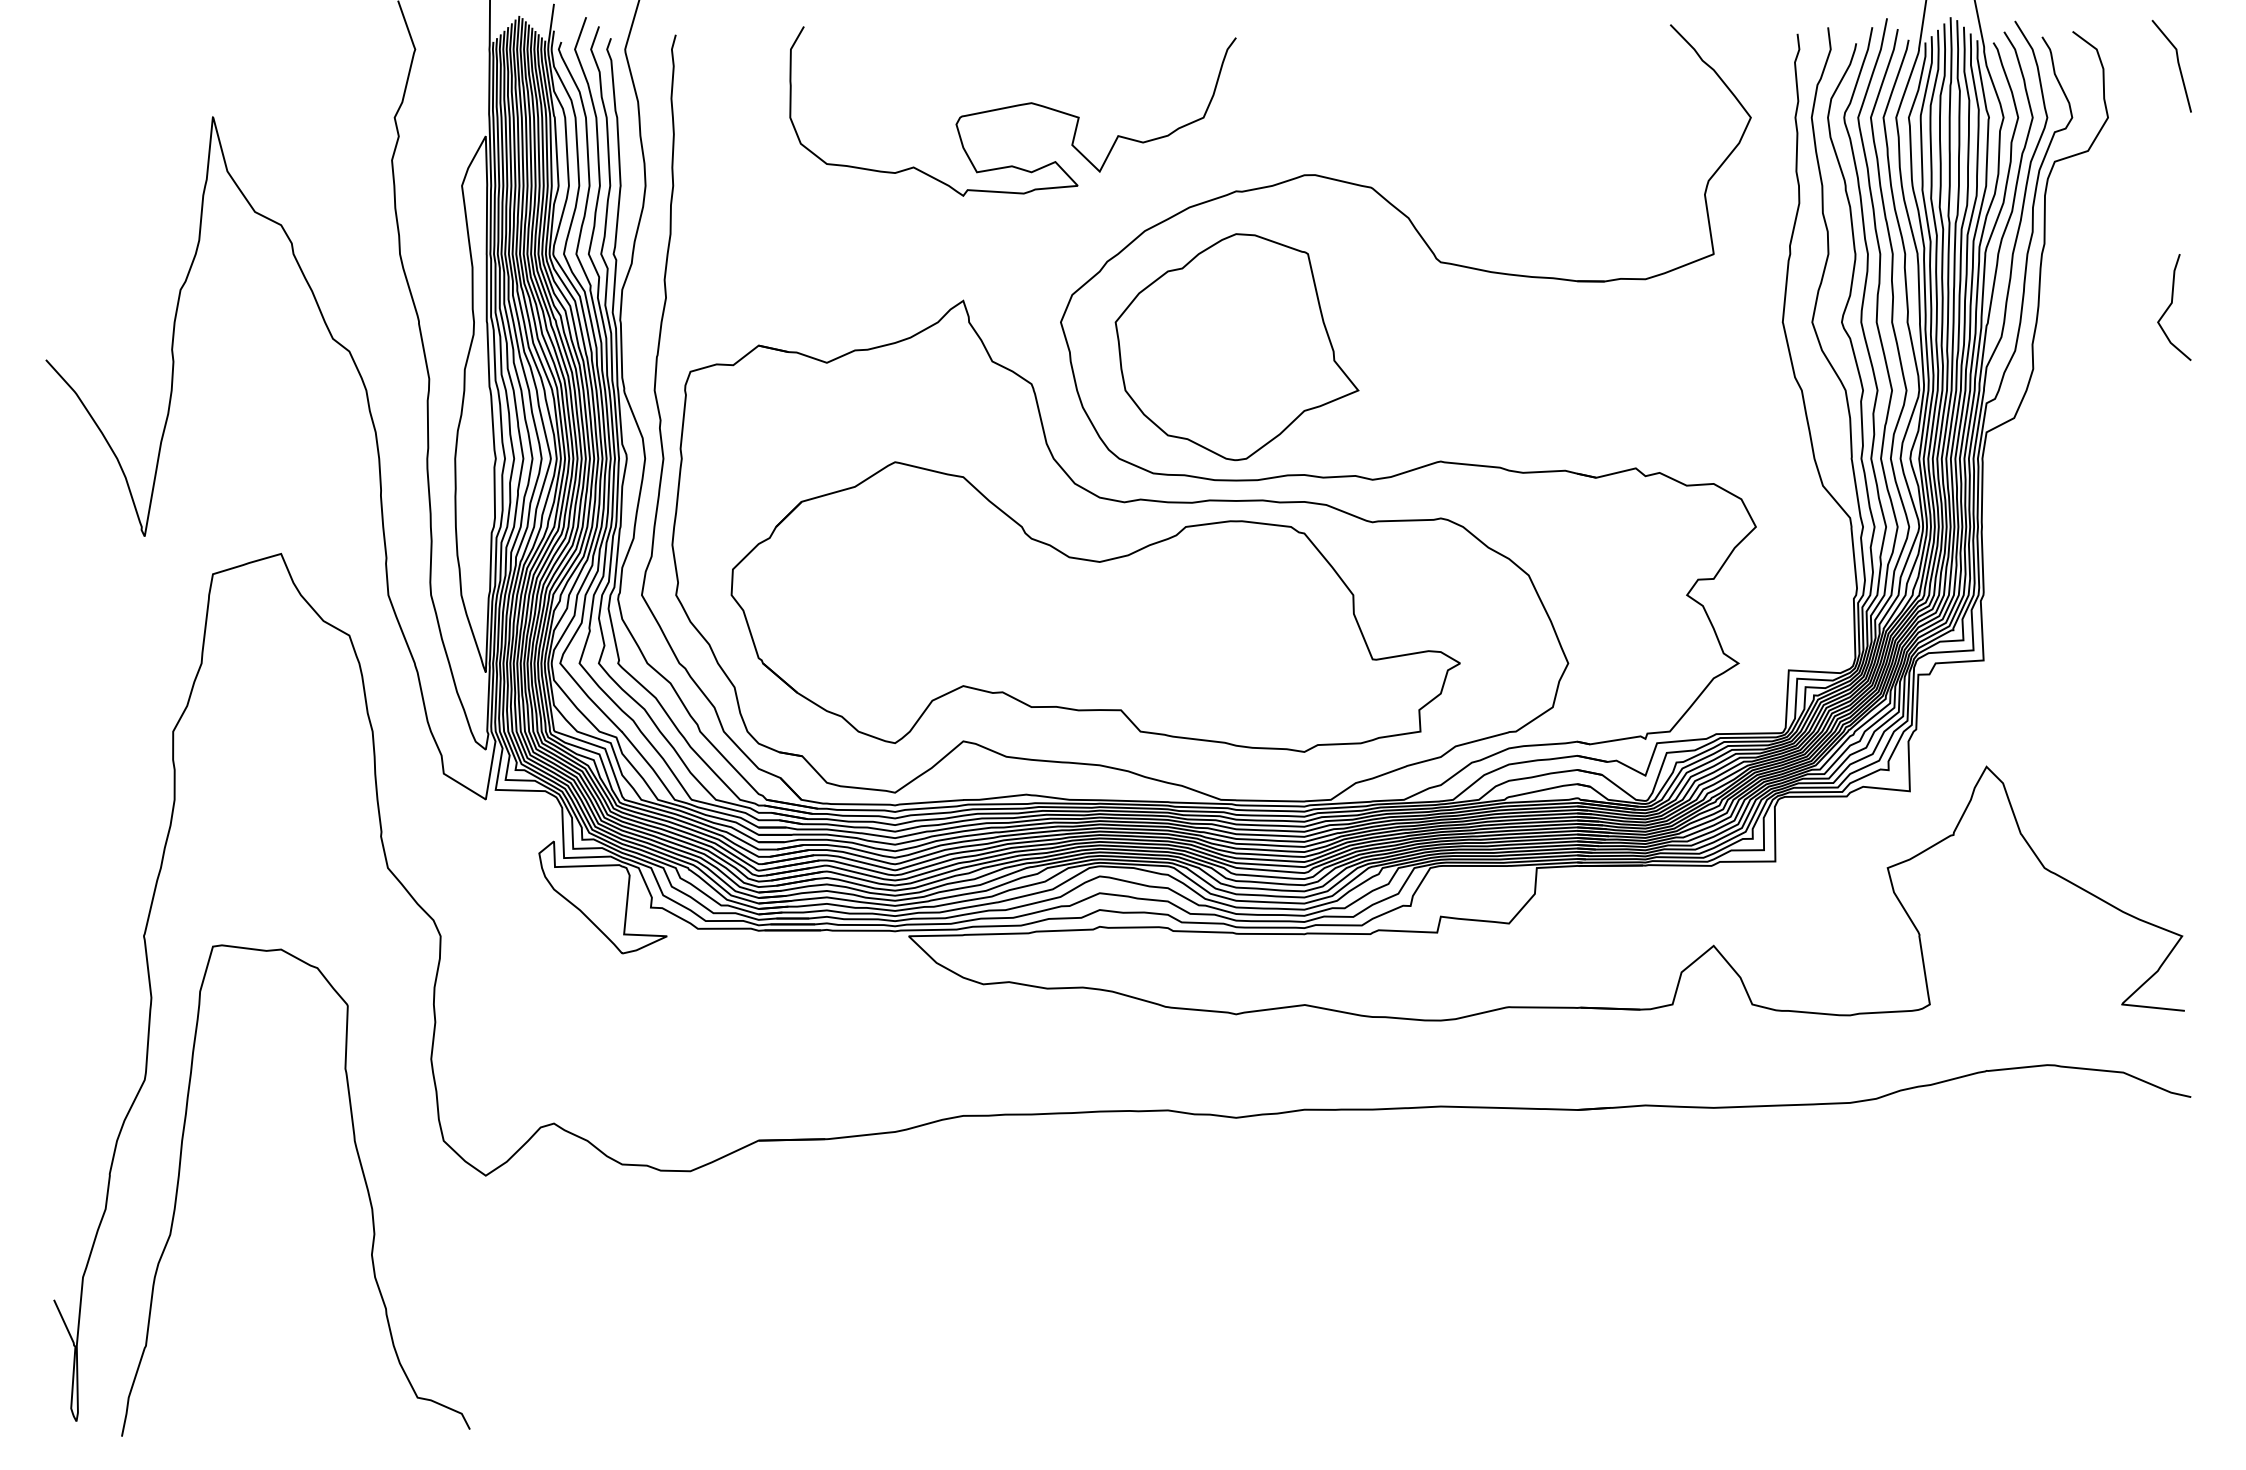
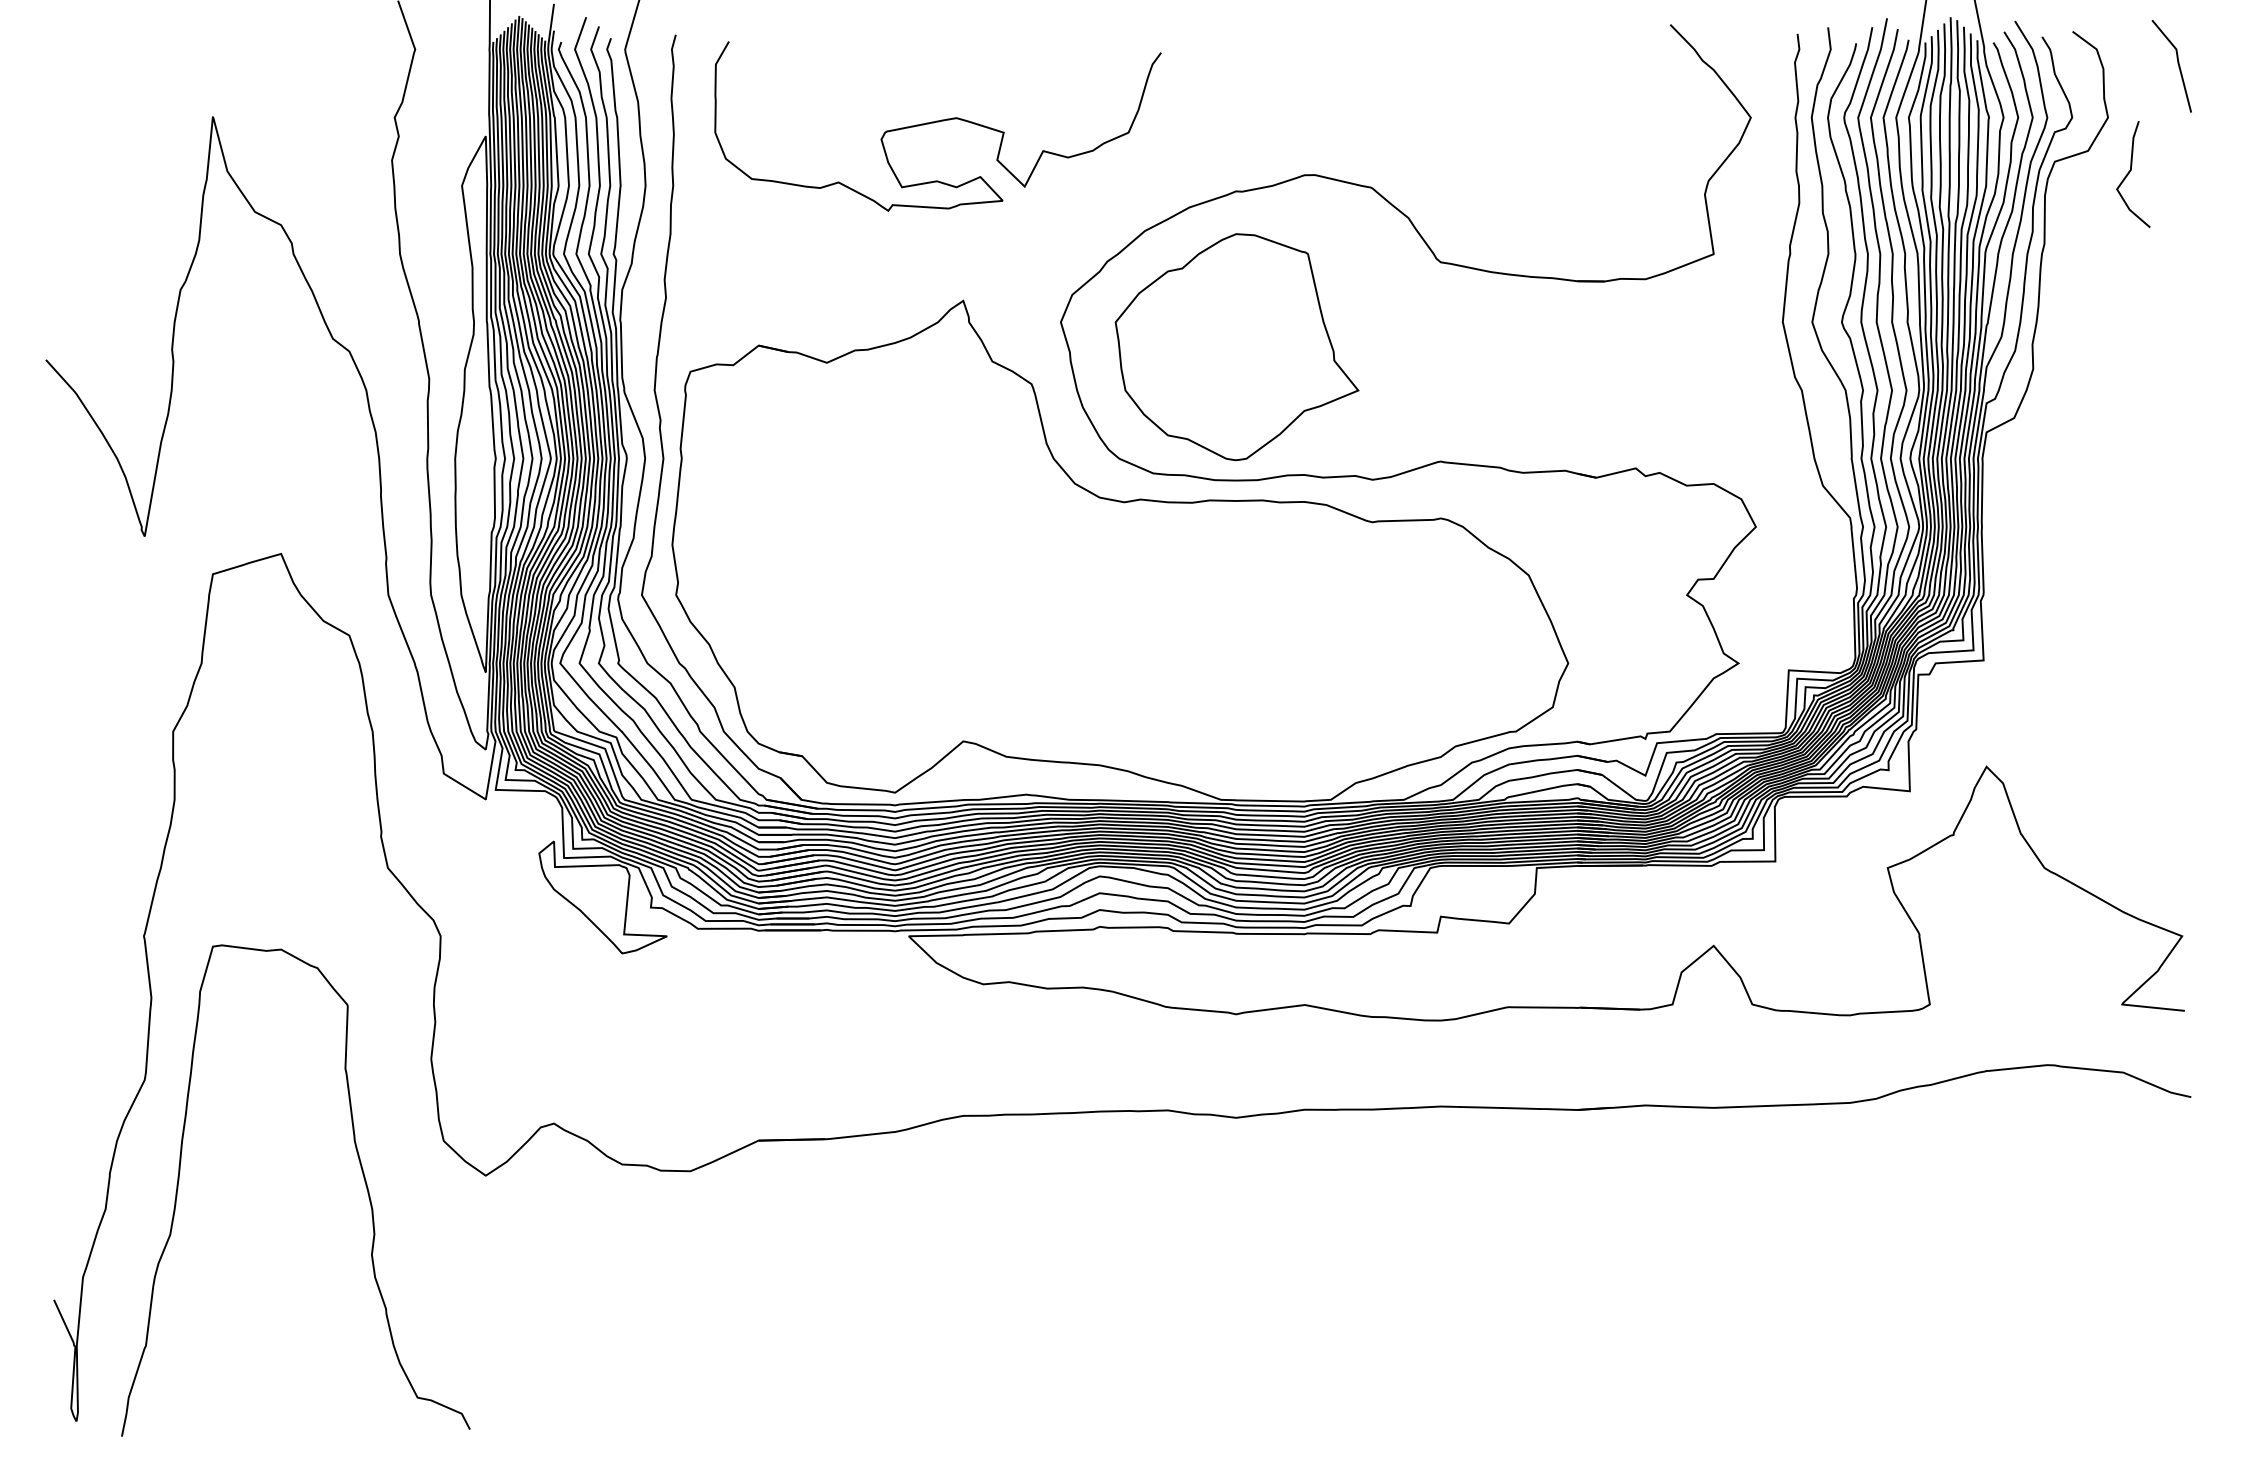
curve at (1012, 107) position: (1012, 107) -> (937, 122)
curve at (2171, 305) position: (2171, 305) -> (2130, 172)
part at (1095, 606): present -> none
